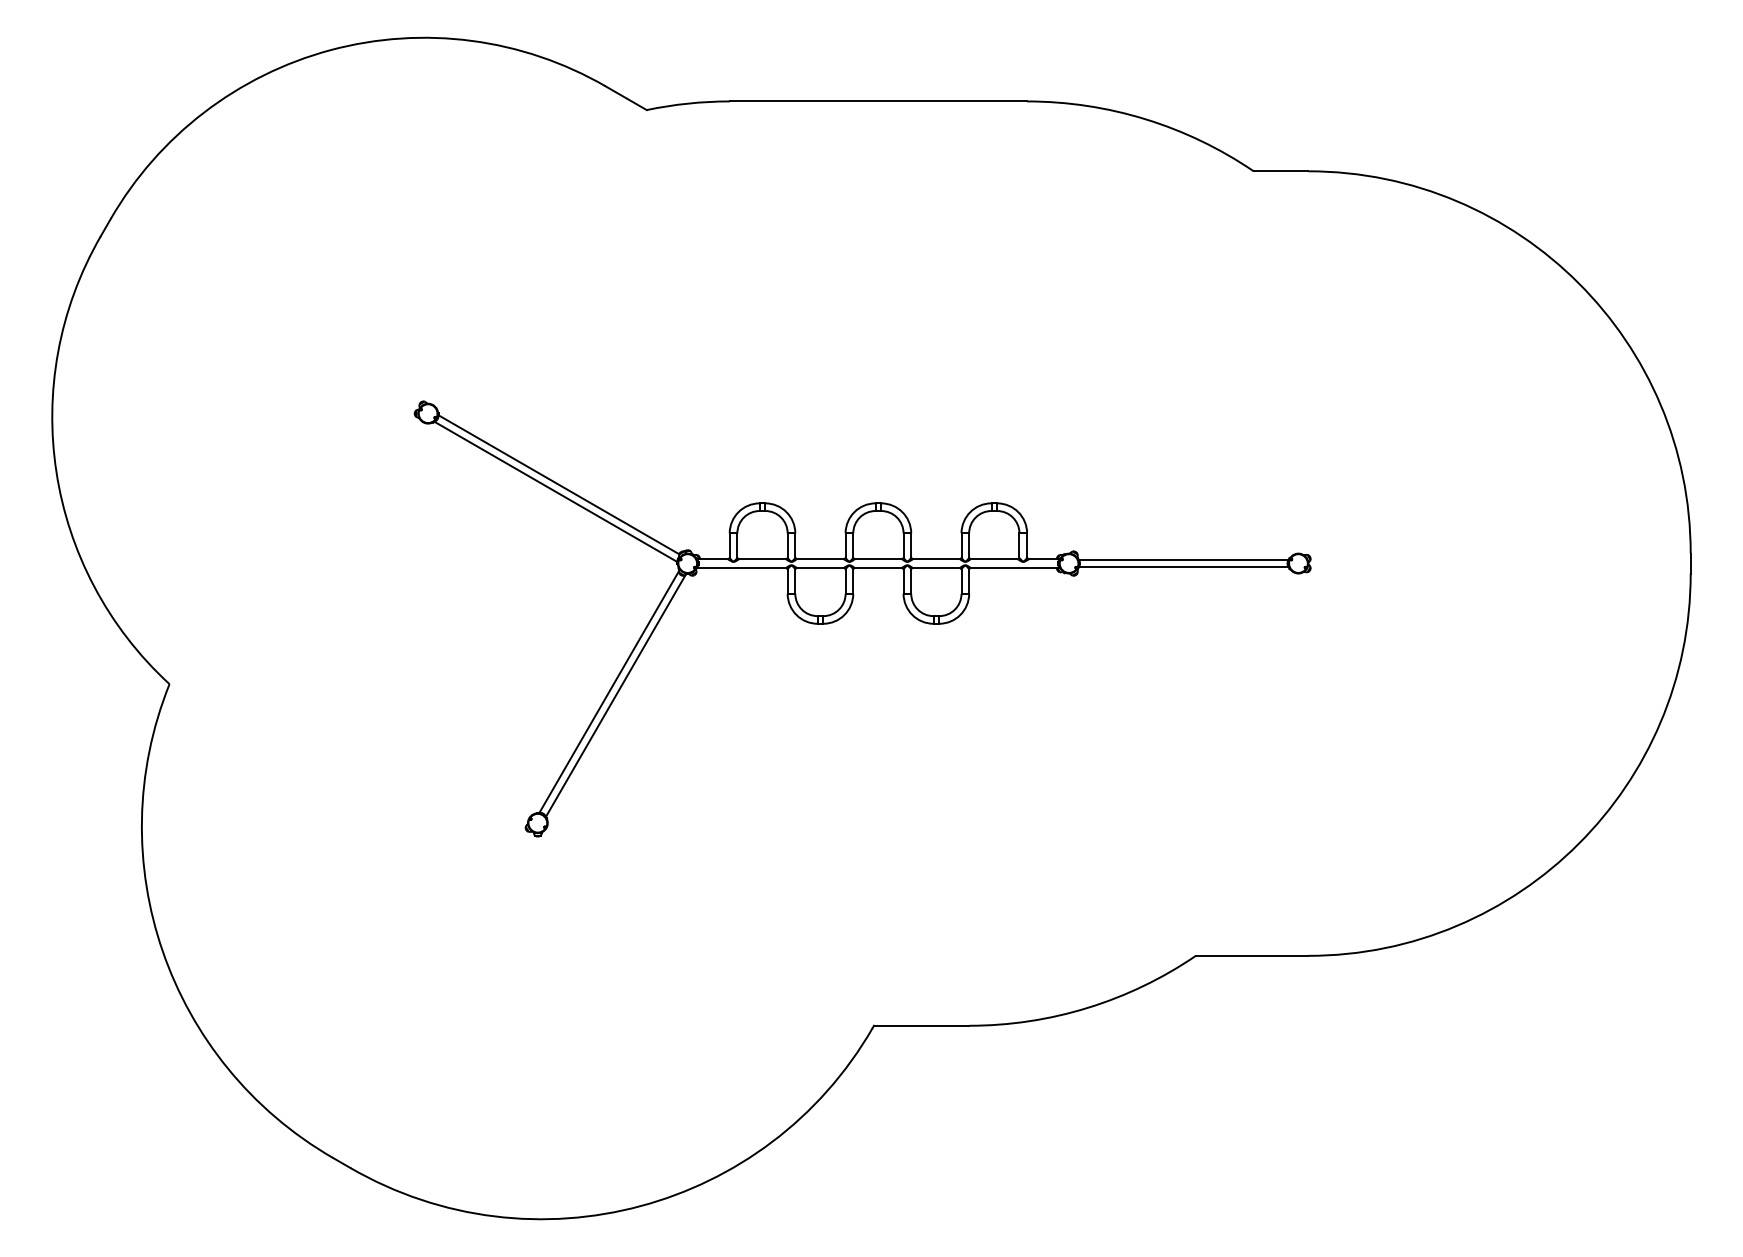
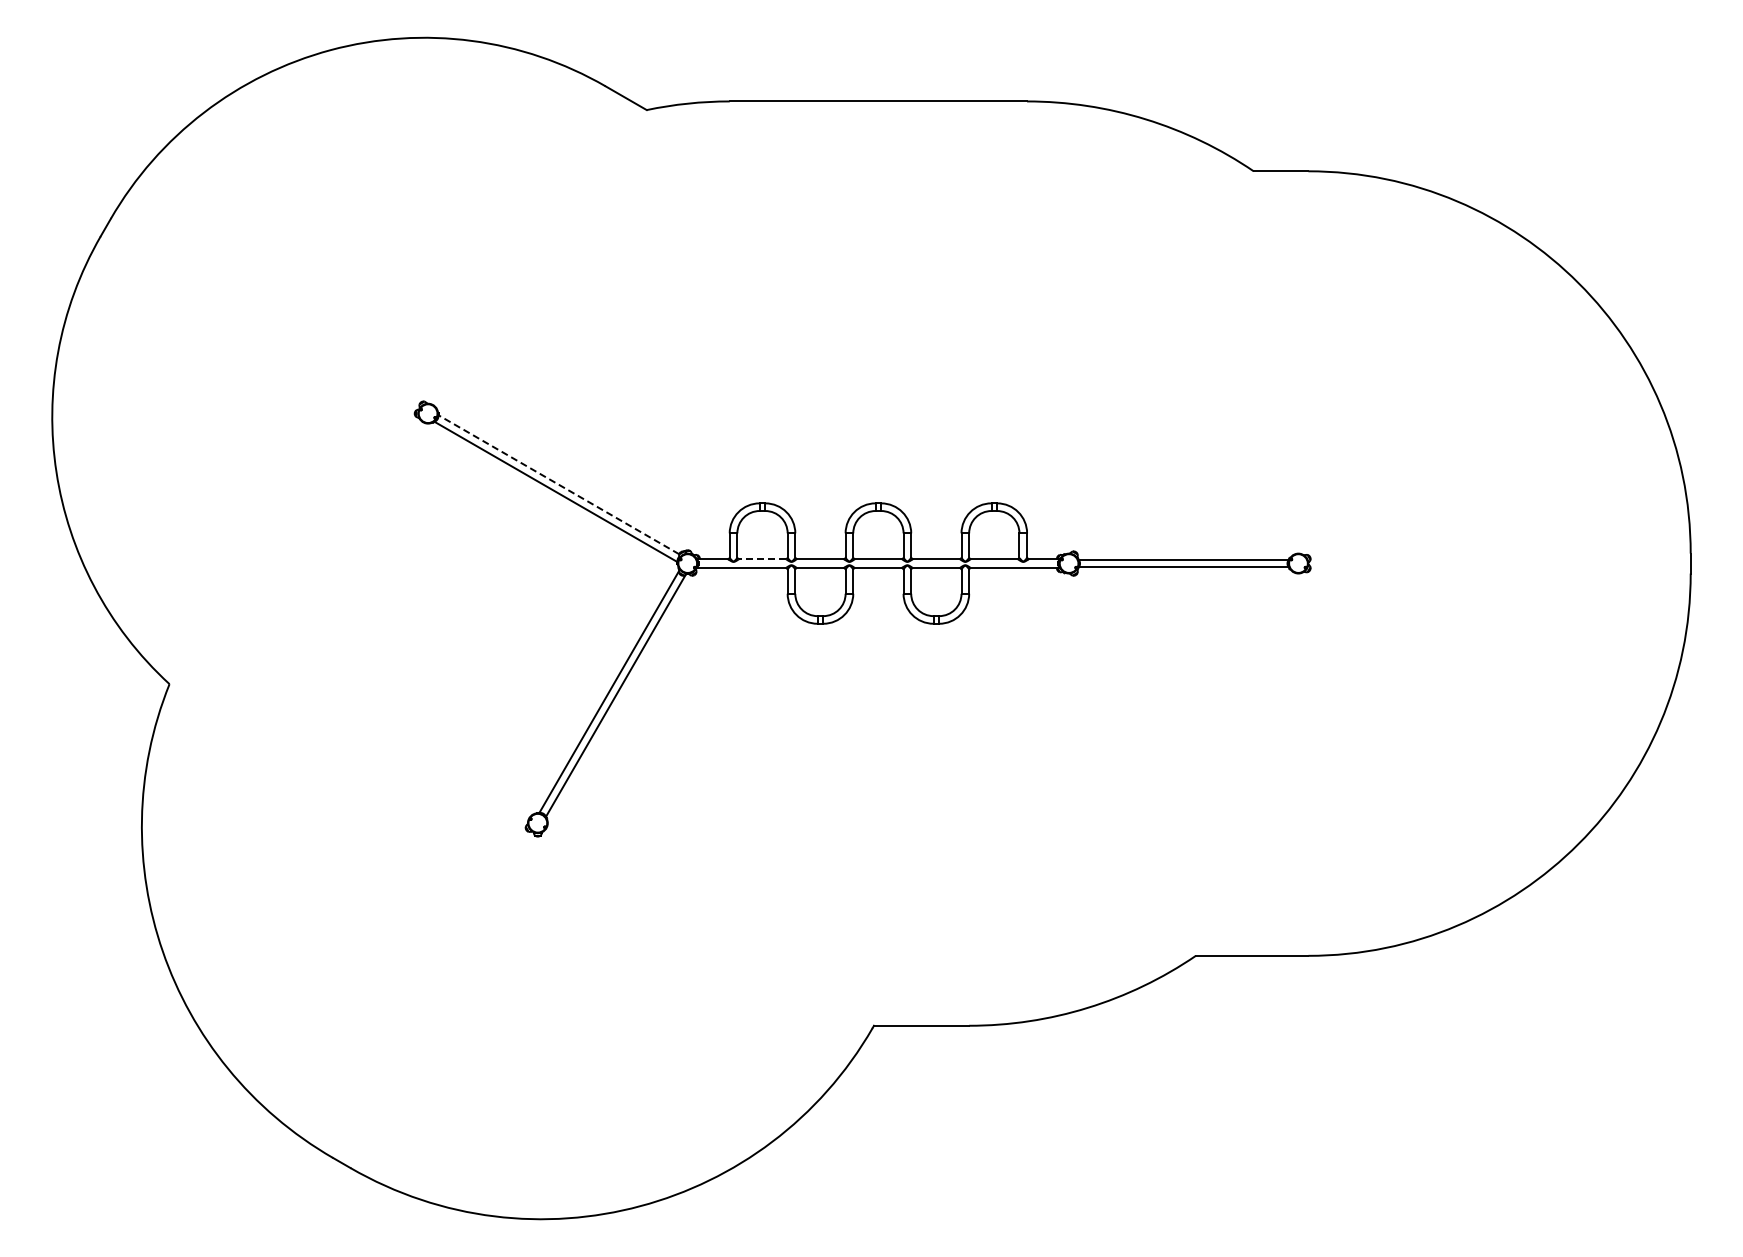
line at (558, 484): solid -> dashed
line at (762, 559): solid -> dashed
